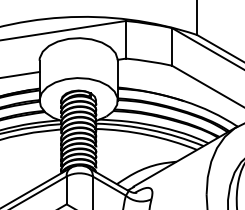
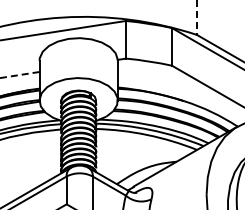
line at (196, 18): solid -> dashed
line at (19, 75): solid -> dashed
